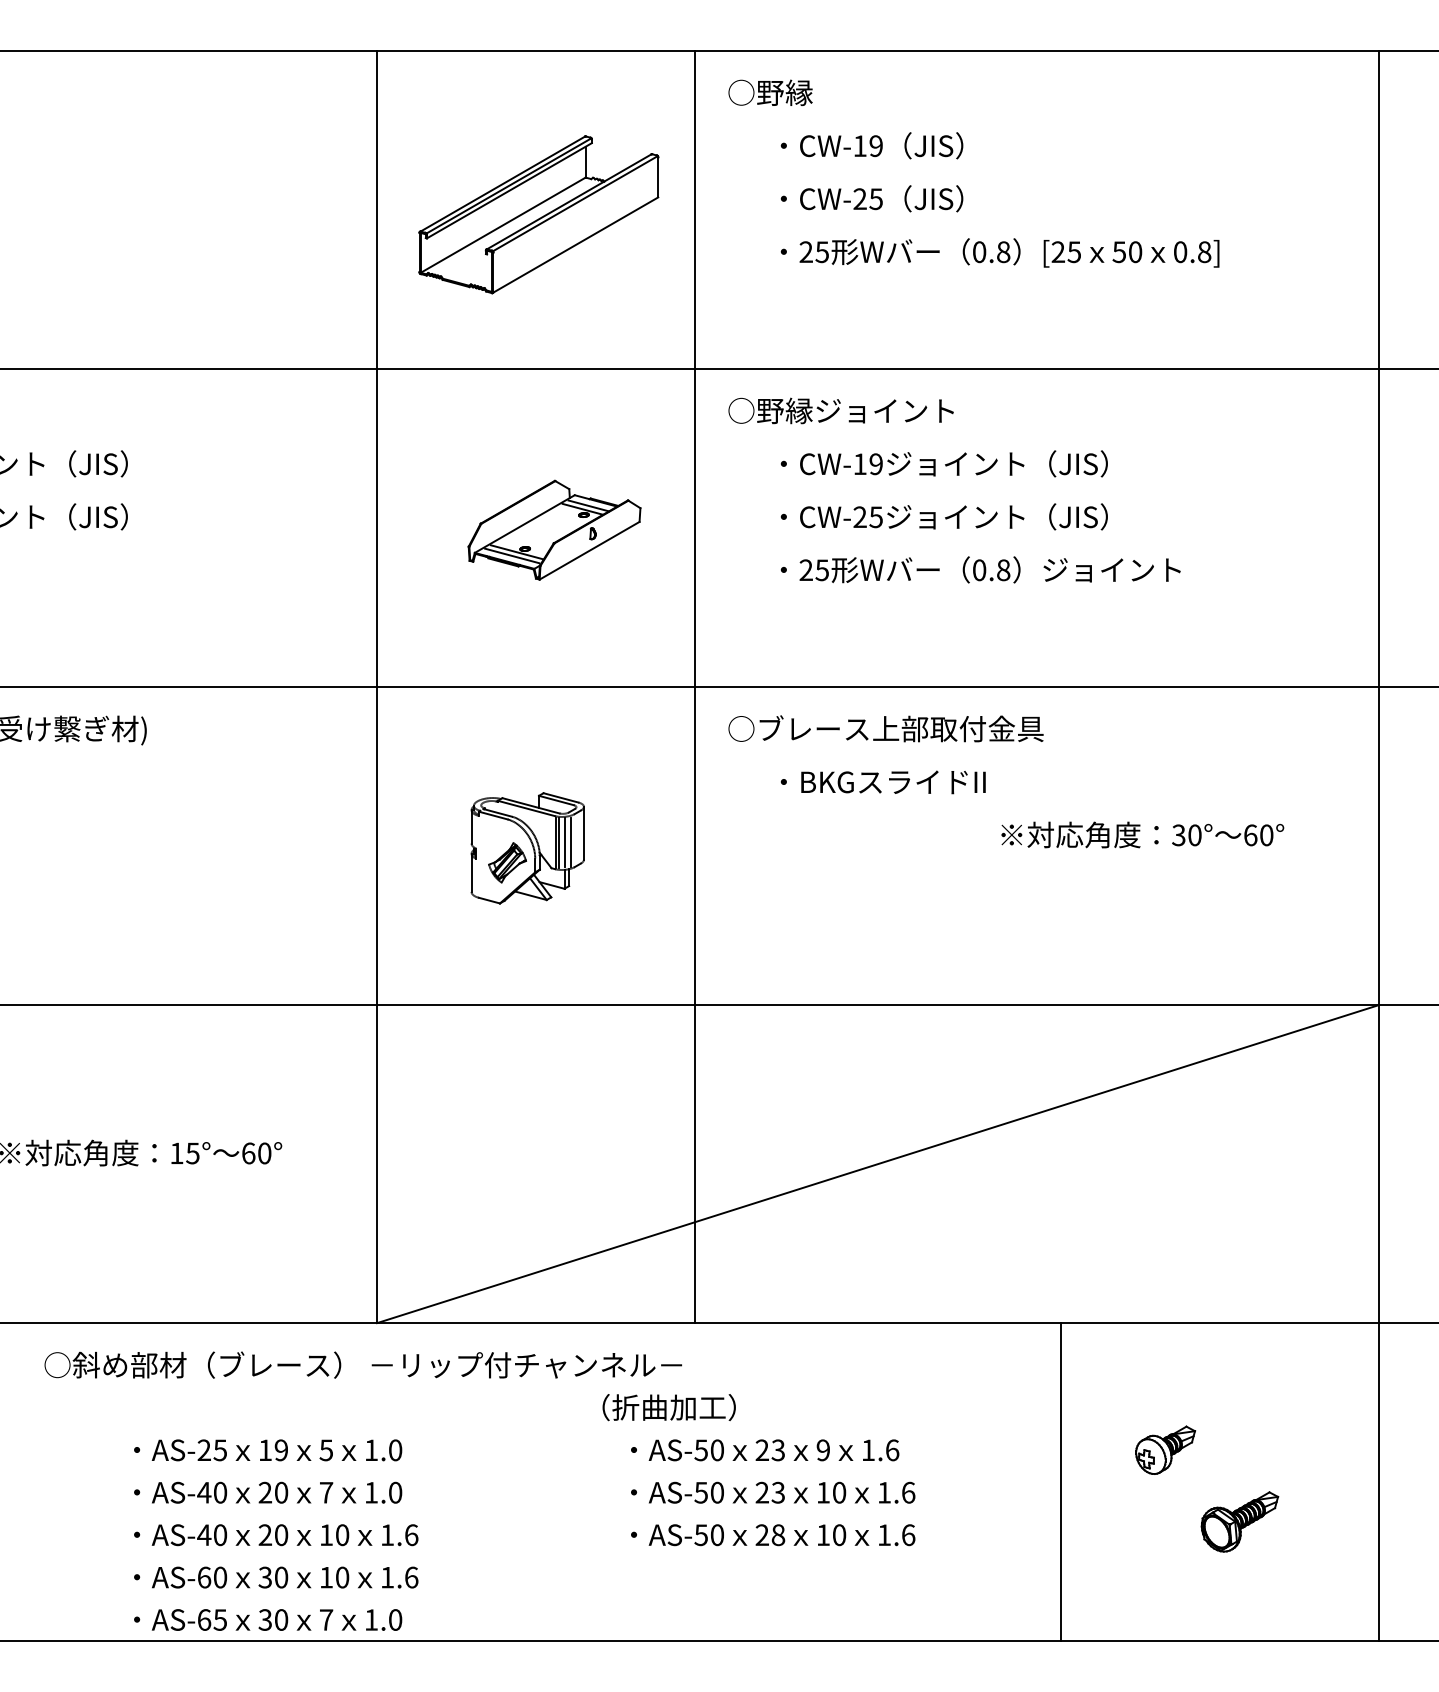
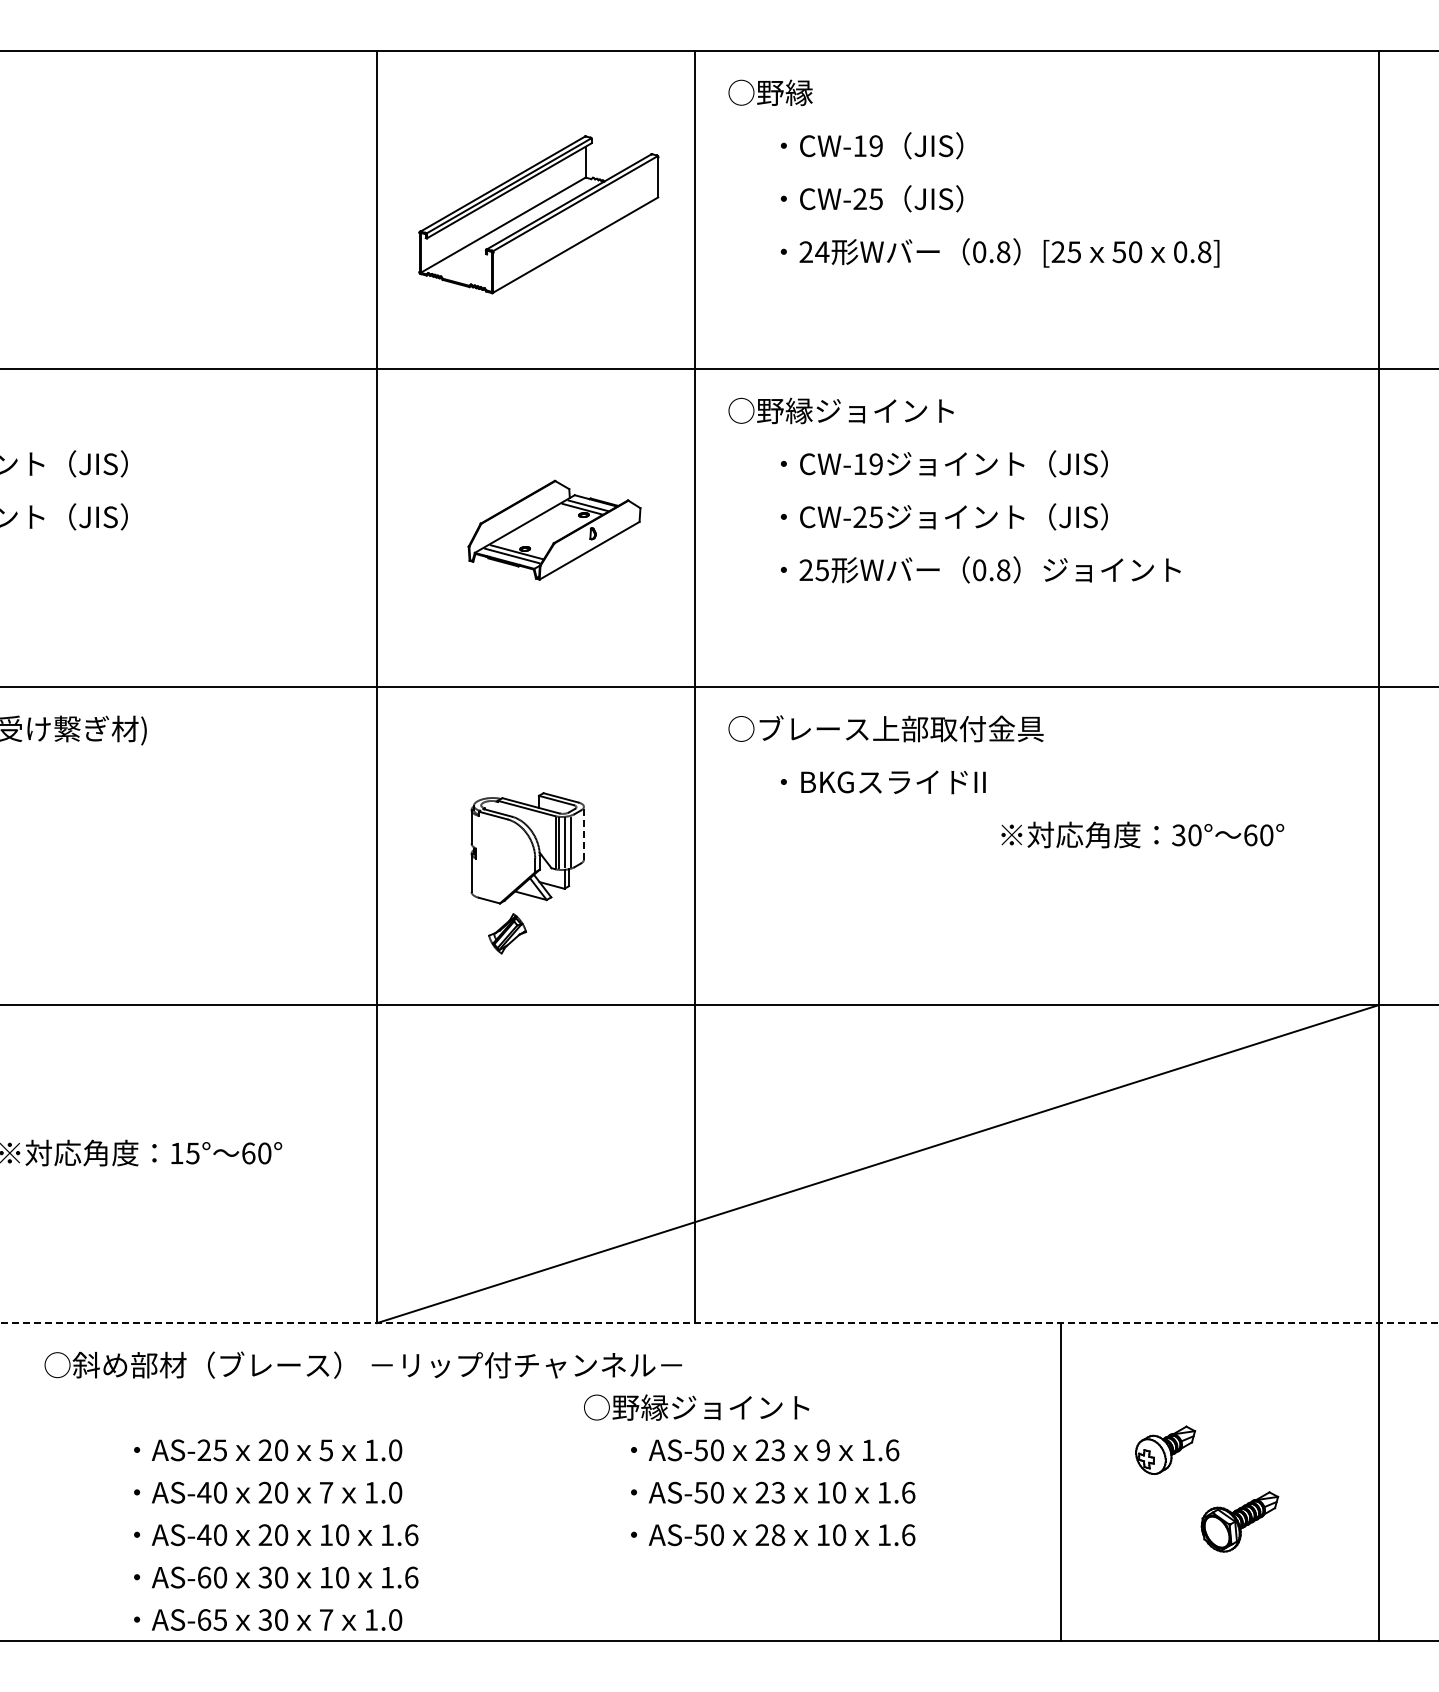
text at (822, 252): 25 -> 24
line at (583, 833): solid -> dashed
part at (507, 862) position: (507, 862) -> (507, 933)
line at (719, 1323): solid -> dashed
text at (696, 1407): （折曲加工） -> ○野縁ジョイント
text at (273, 1450): 19 -> 20
